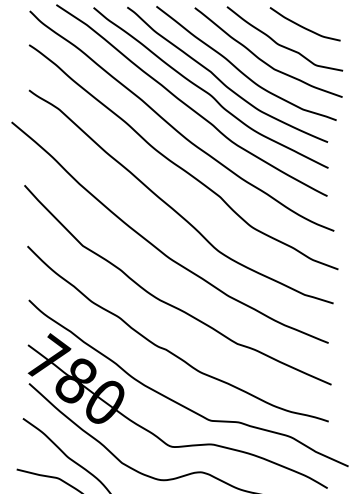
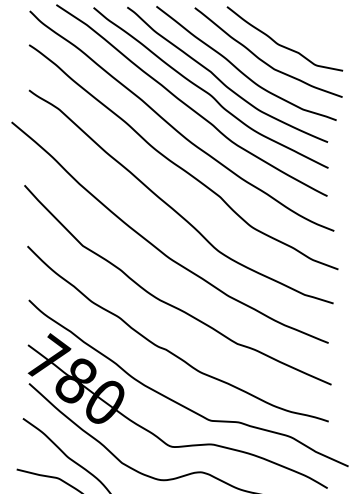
curve at (303, 26): present -> none
